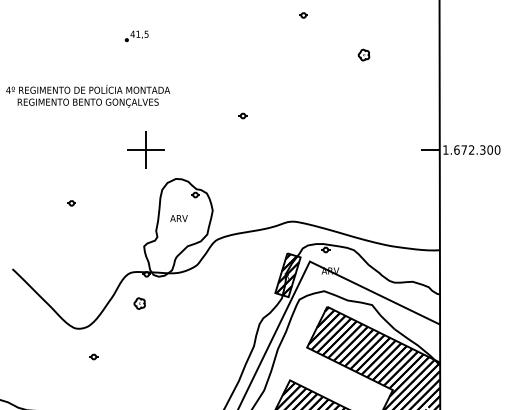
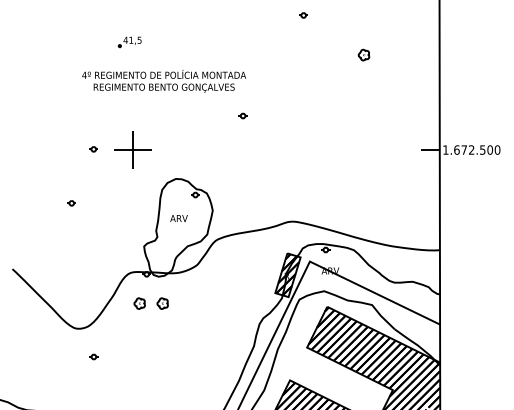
part at (136, 36) position: (136, 36) -> (129, 42)
text at (87, 96) position: (87, 96) -> (163, 81)
part at (93, 149): none -> present
part at (145, 149) position: (145, 149) -> (132, 149)
text at (482, 149): 1.672.300 -> 1.672.500
part at (162, 303): none -> present
